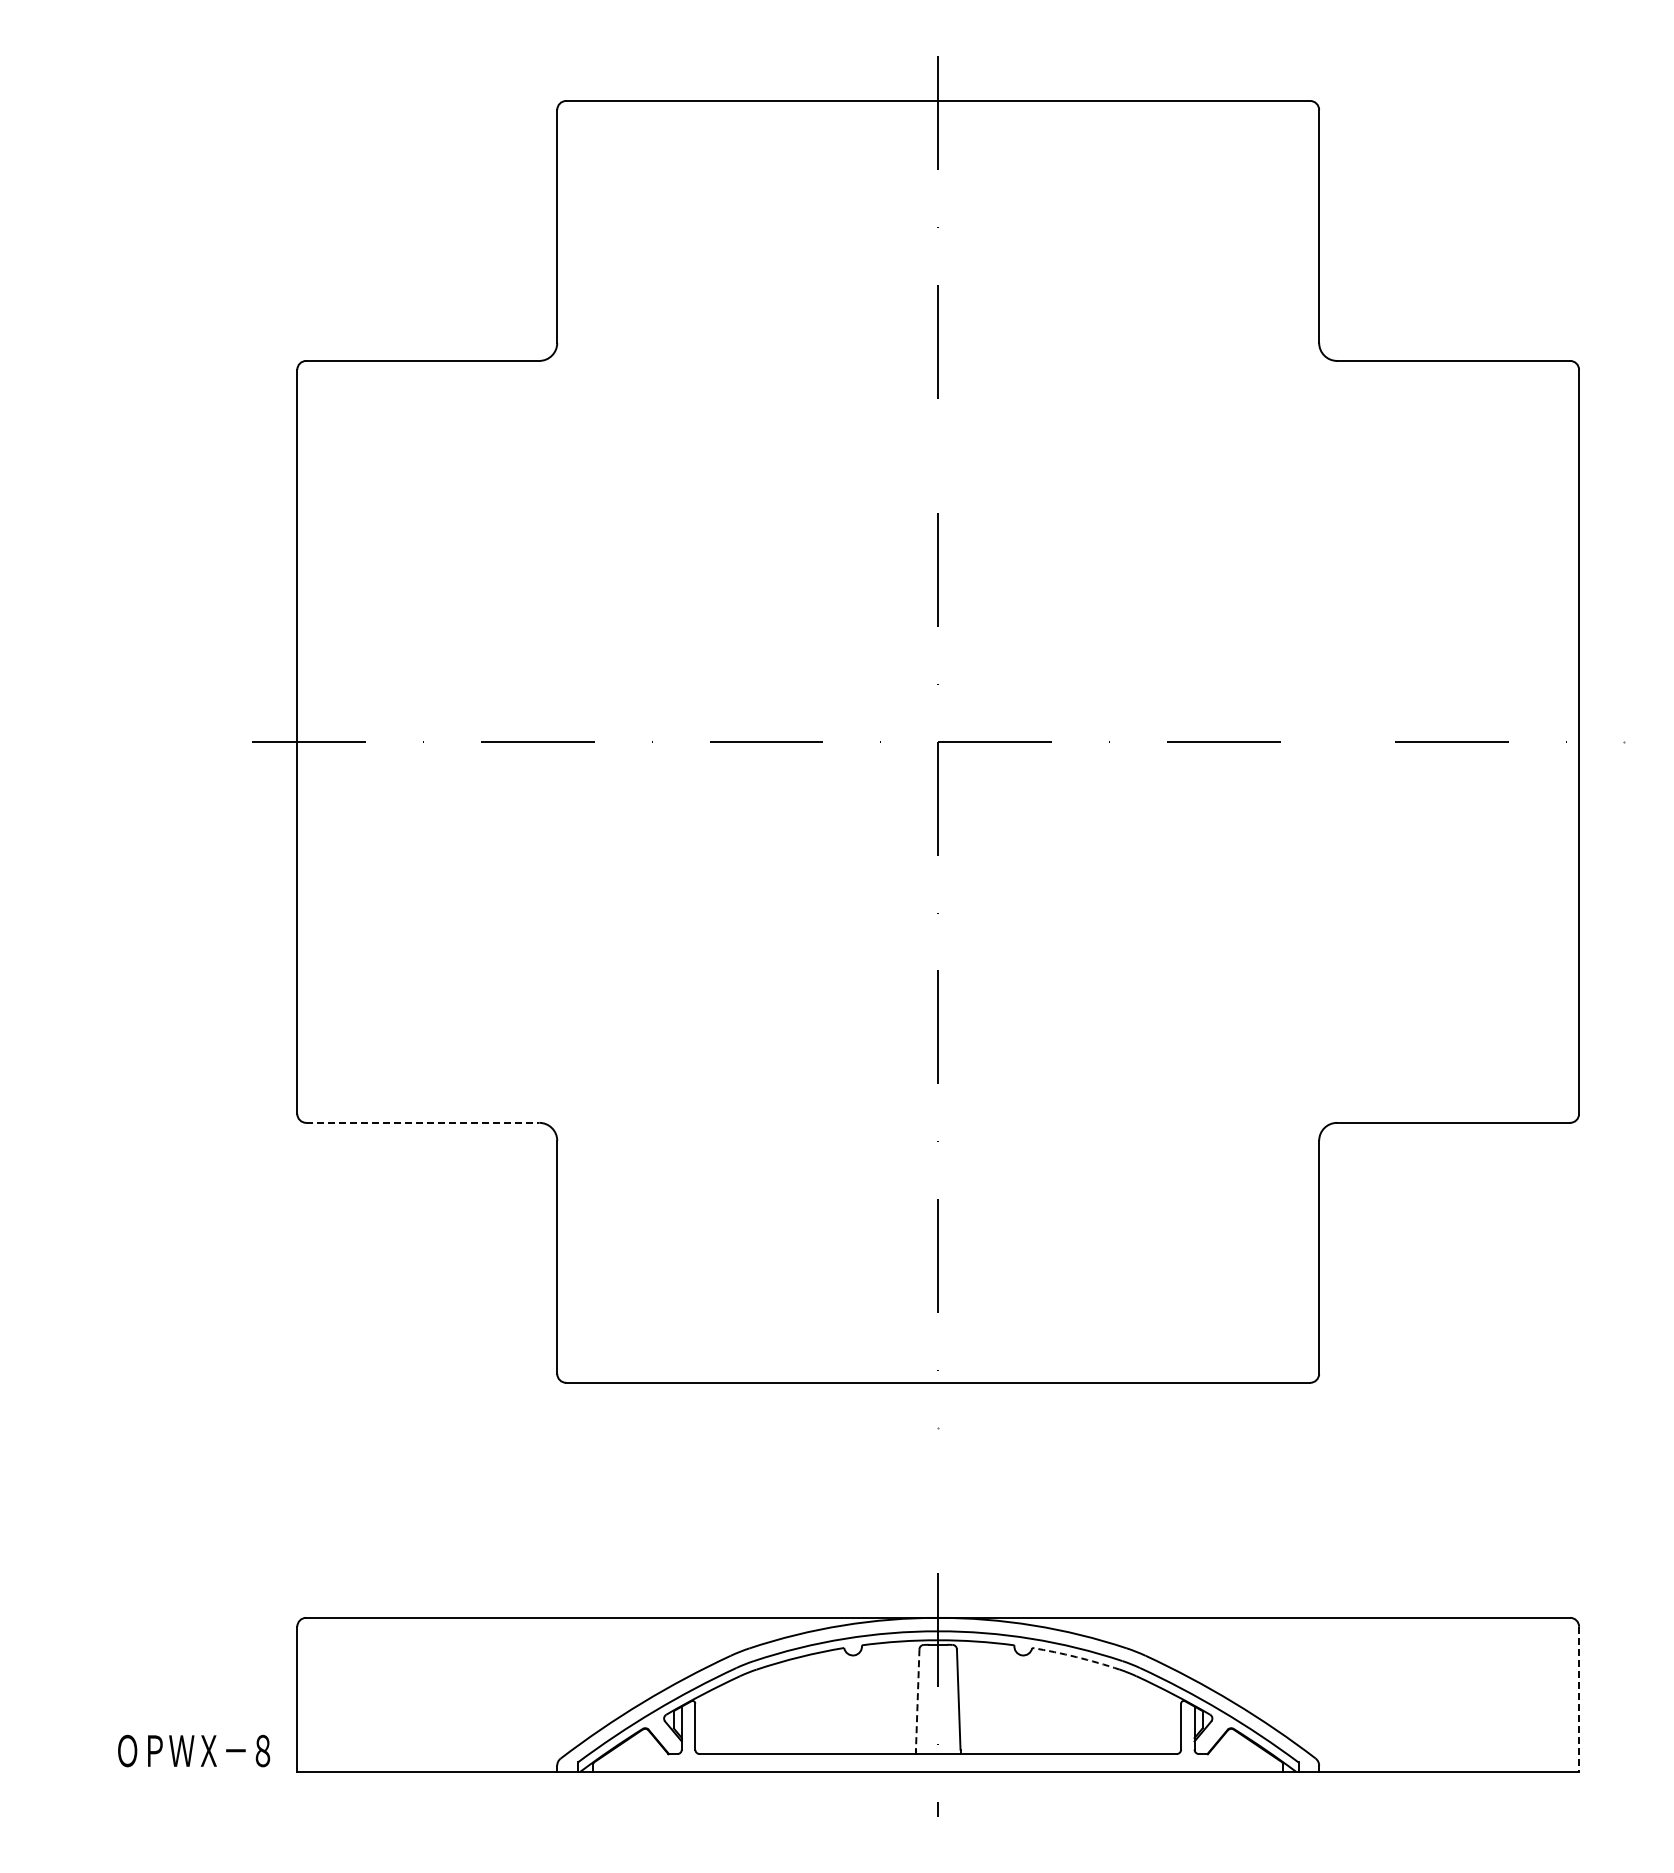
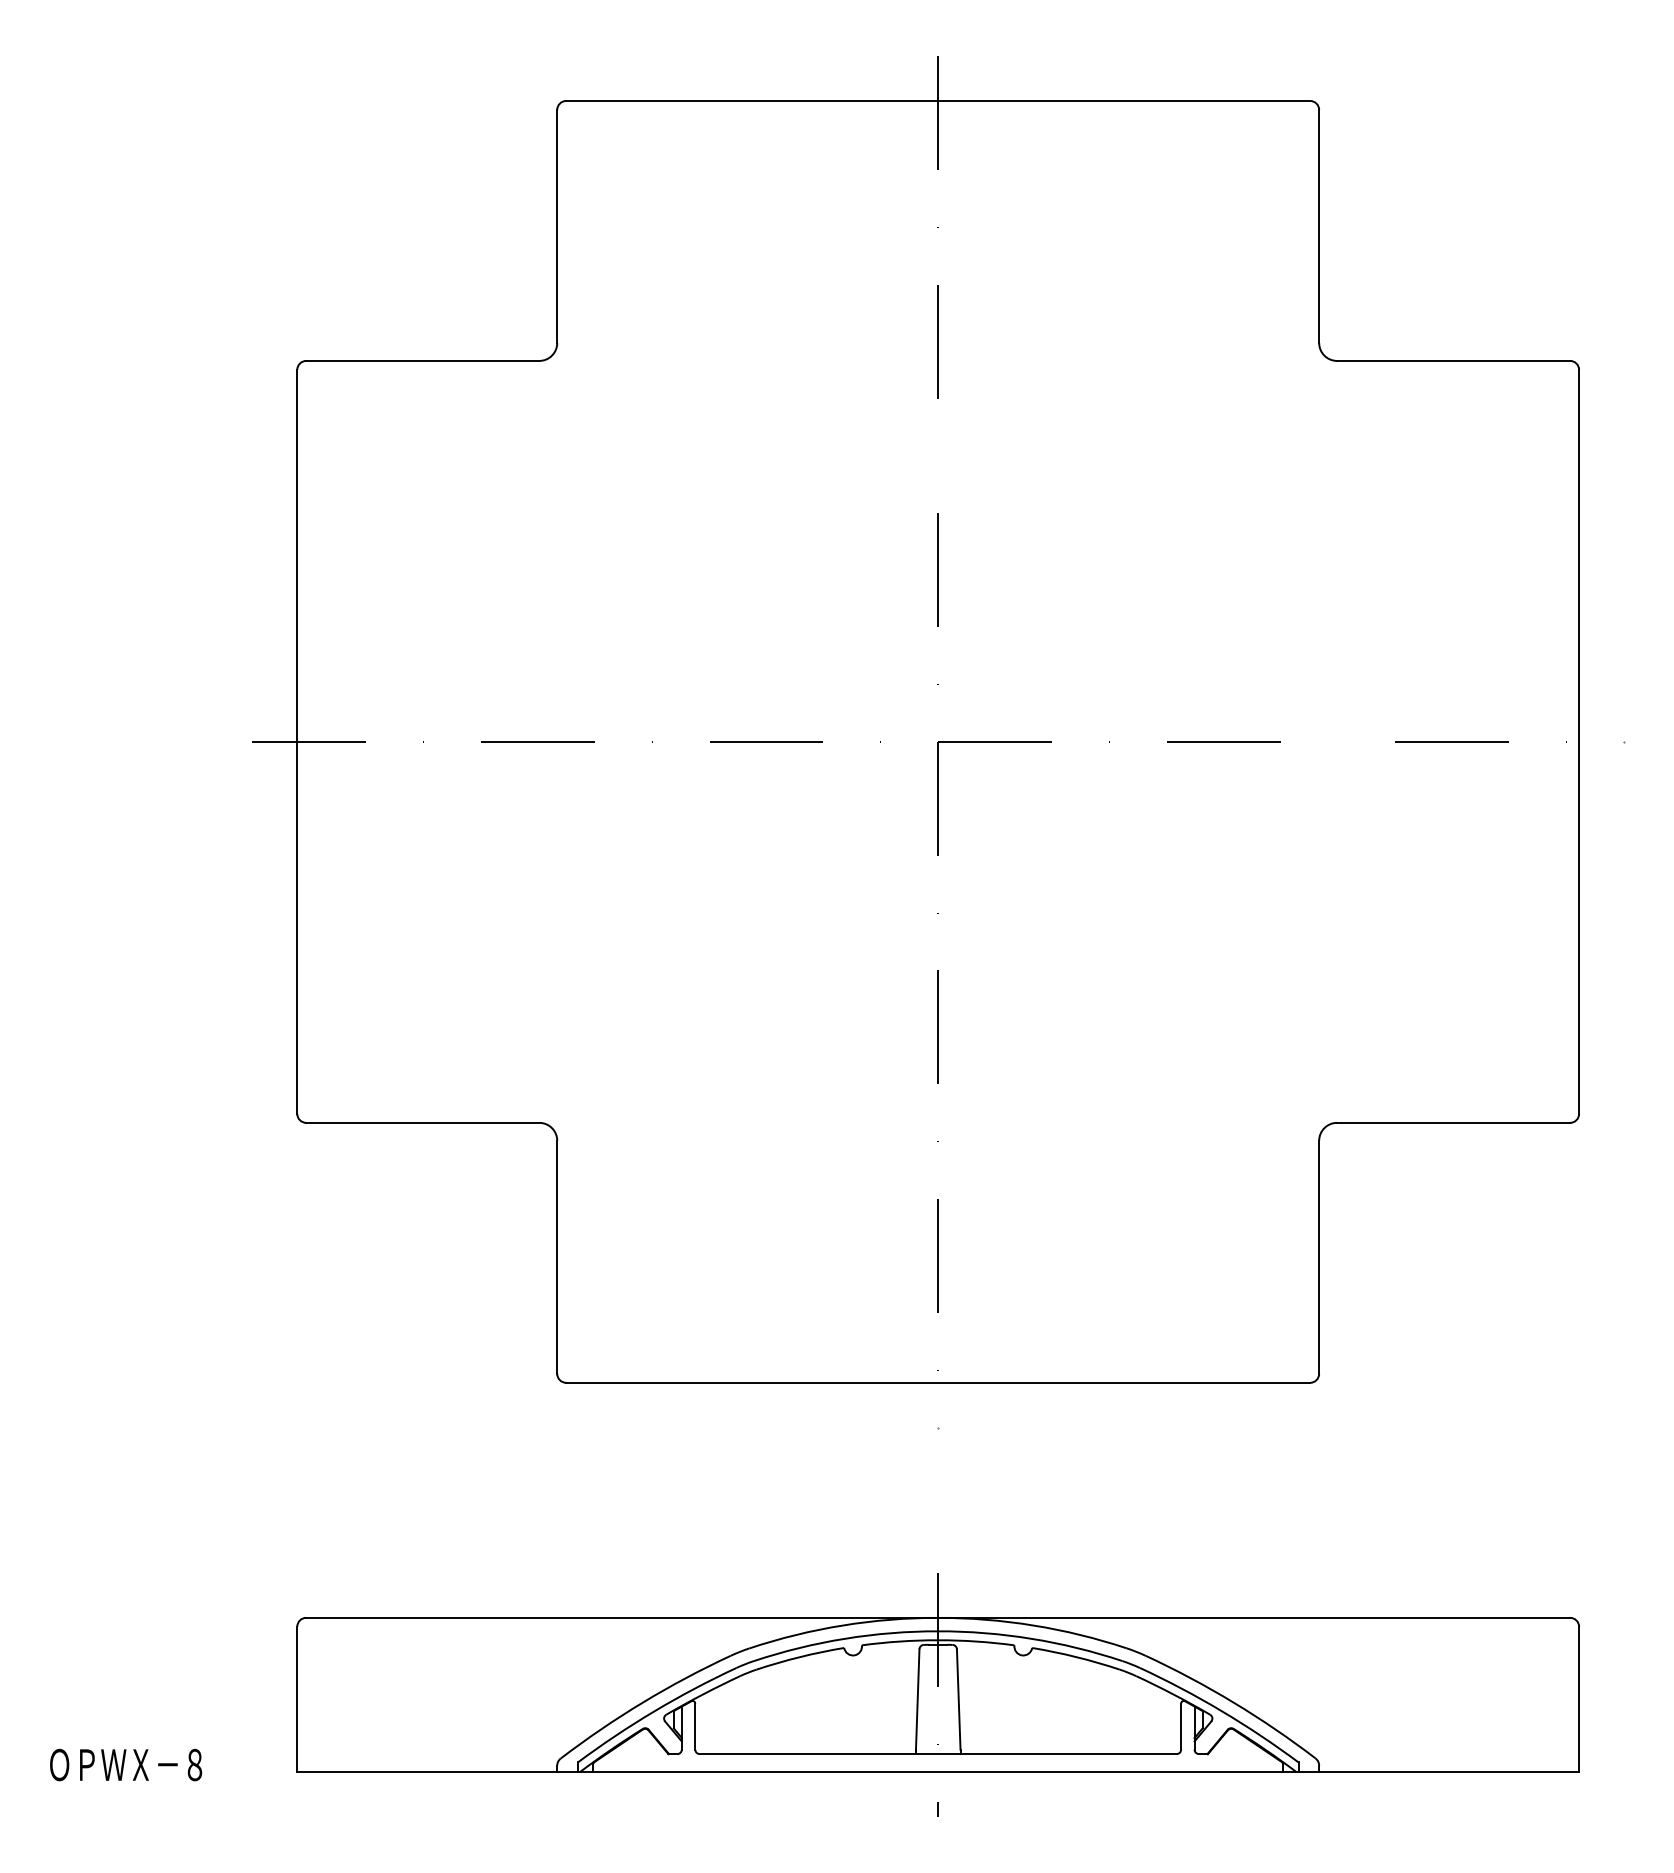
line at (422, 1122): dashed -> solid
arc at (1076, 1657): dashed -> solid
line at (917, 1699): dashed -> solid
line at (1579, 1699): dashed -> solid
text at (194, 1750) position: (194, 1750) -> (126, 1764)
